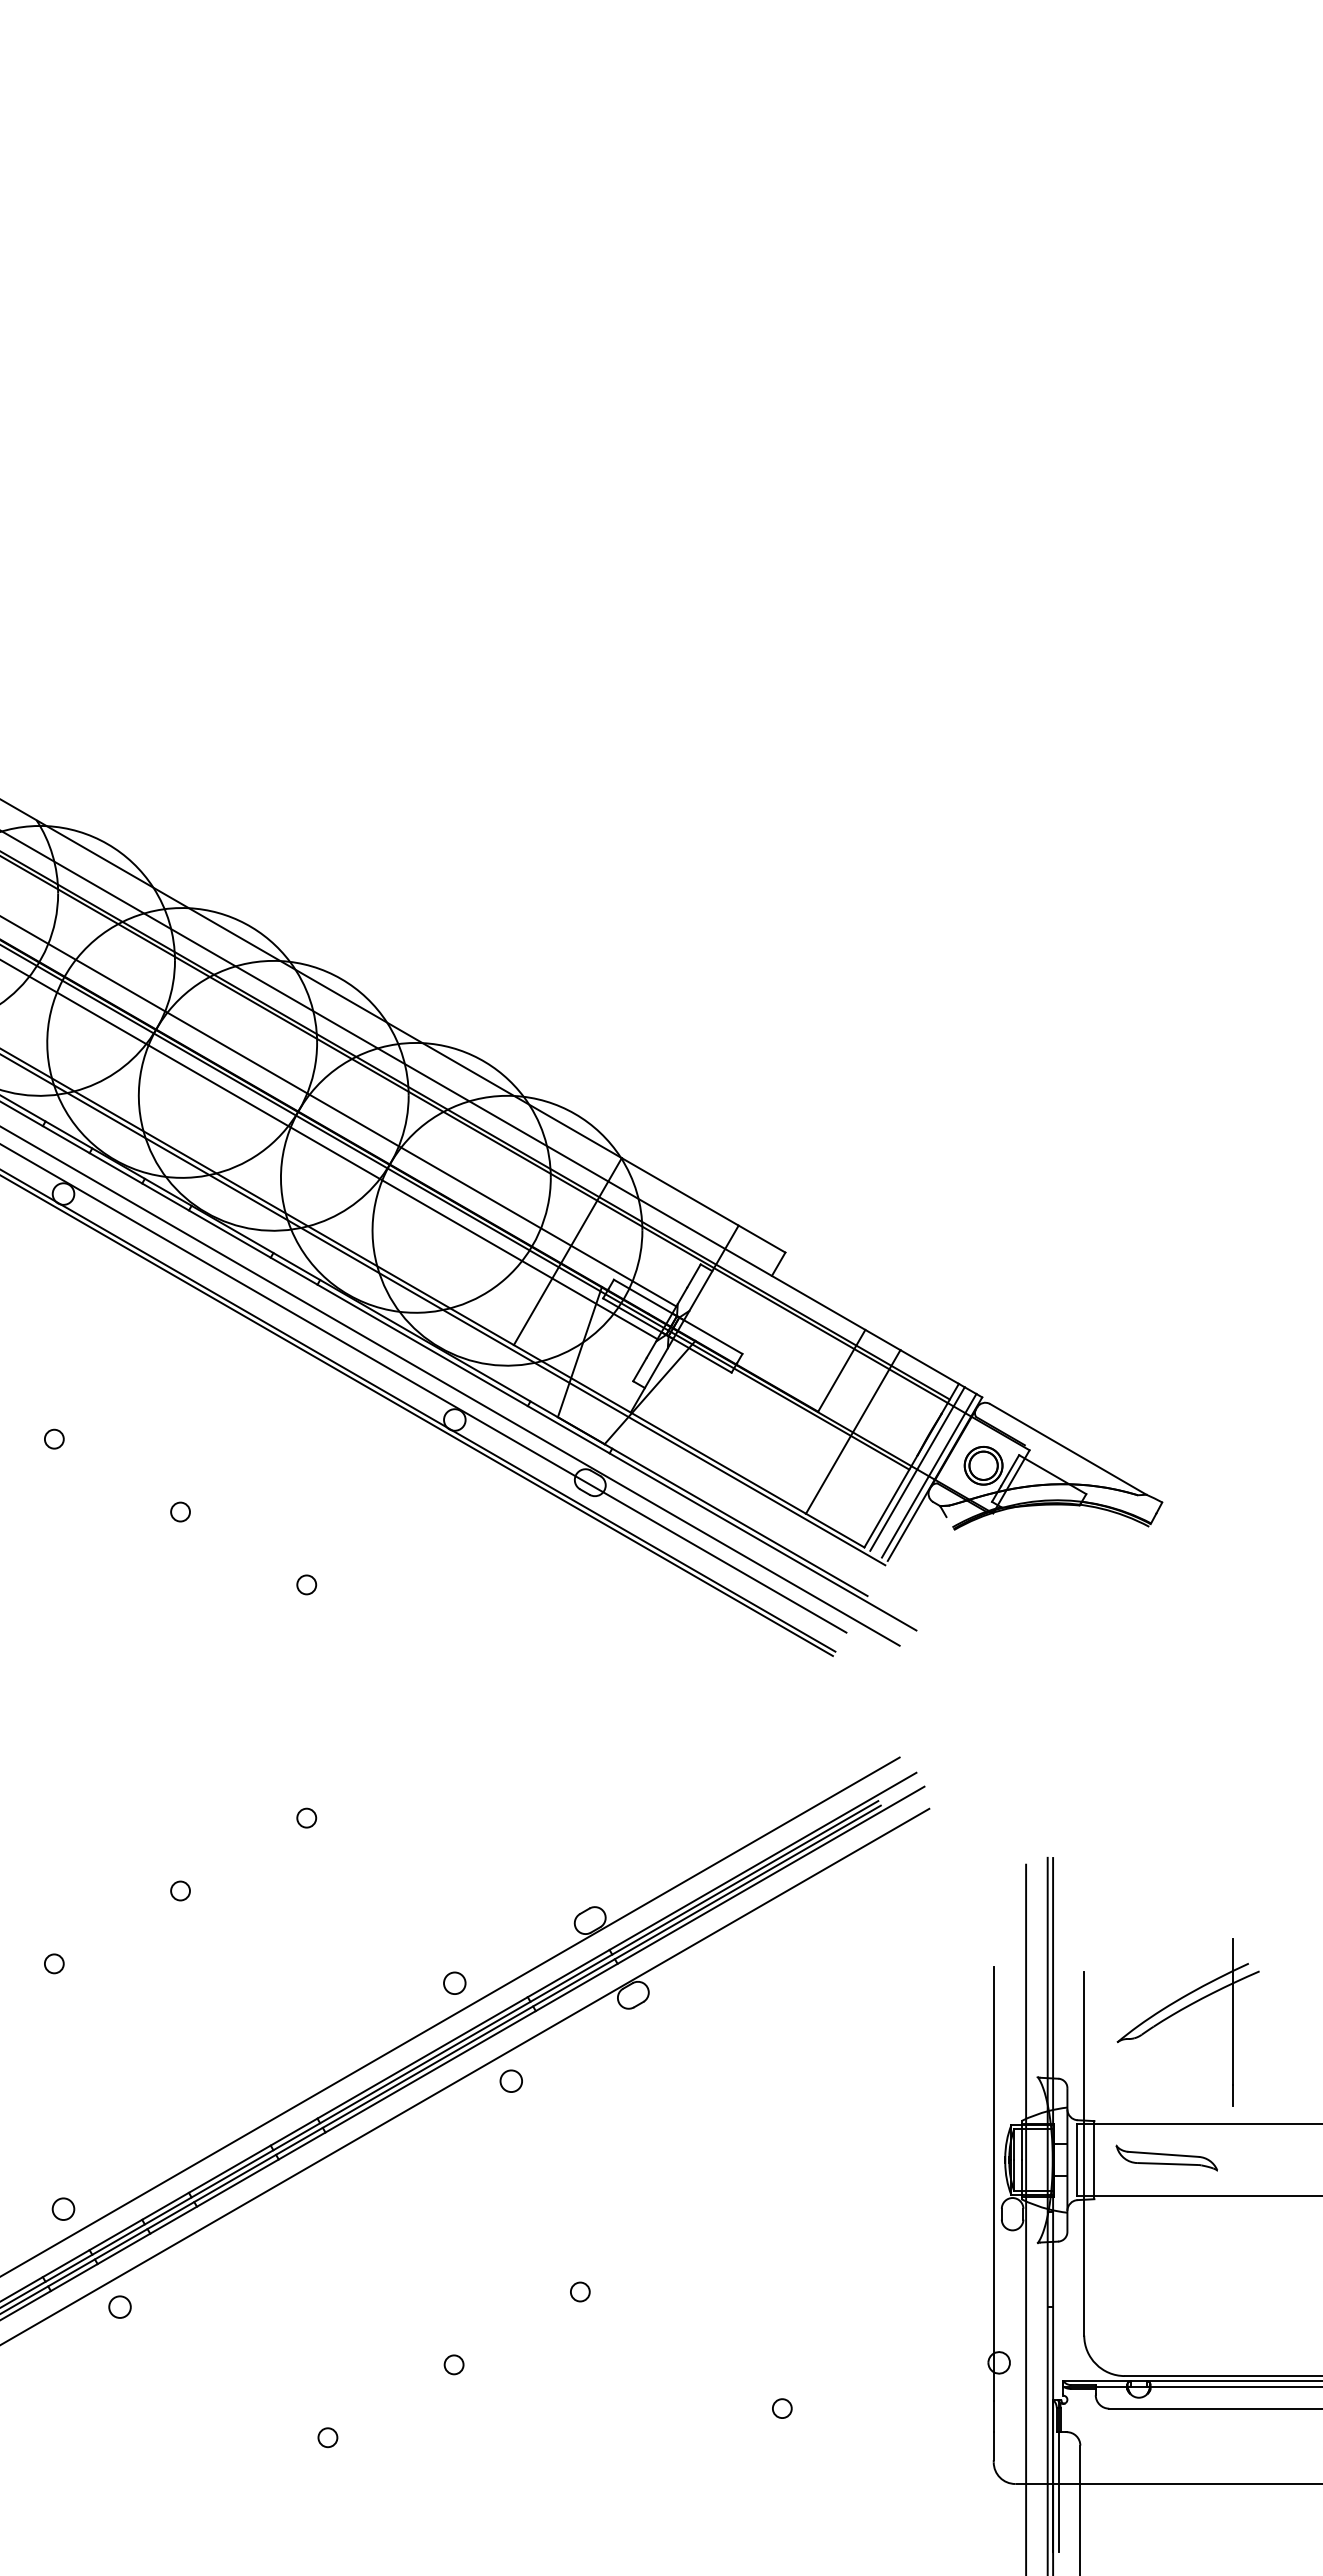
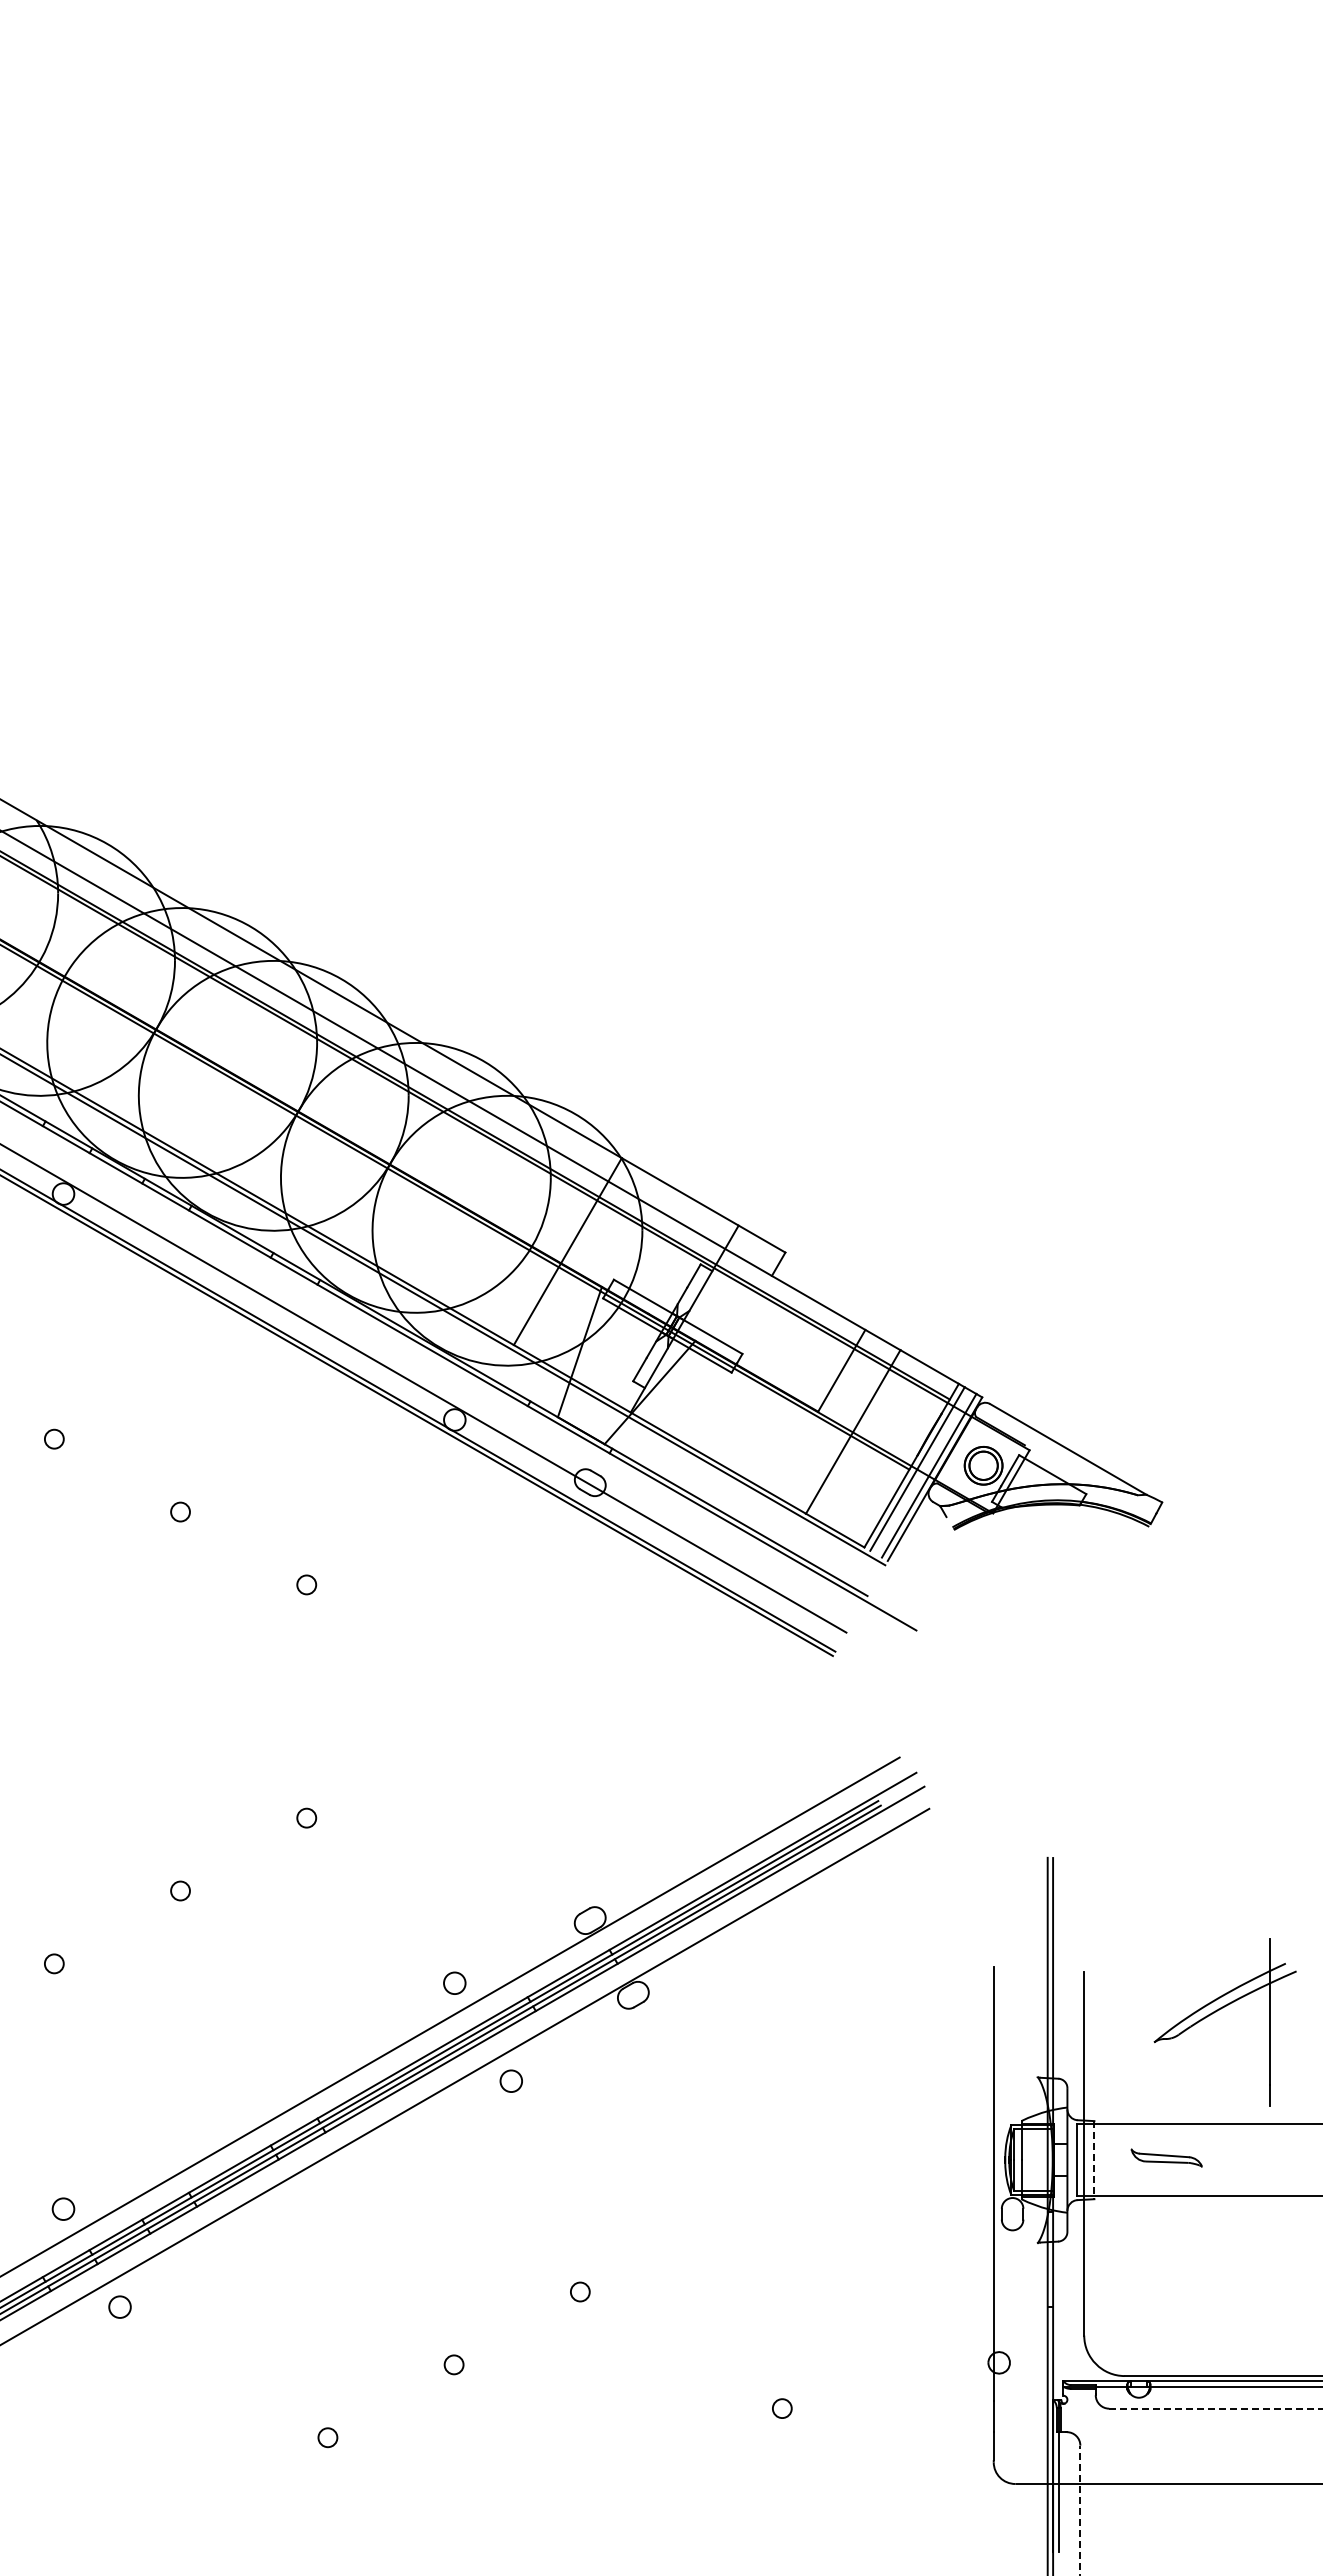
line at (339, 1111): present -> none
line at (329, 1150): present -> none
line at (450, 1386): present -> none
part at (1182, 2010) position: (1182, 2010) -> (1219, 2010)
part at (1166, 2157) size: 103x28 px -> 73x20 px
line at (1094, 2160): solid -> dashed
line at (1026, 2218): present -> none
line at (1216, 2408): solid -> dashed
line at (1080, 2510): solid -> dashed
